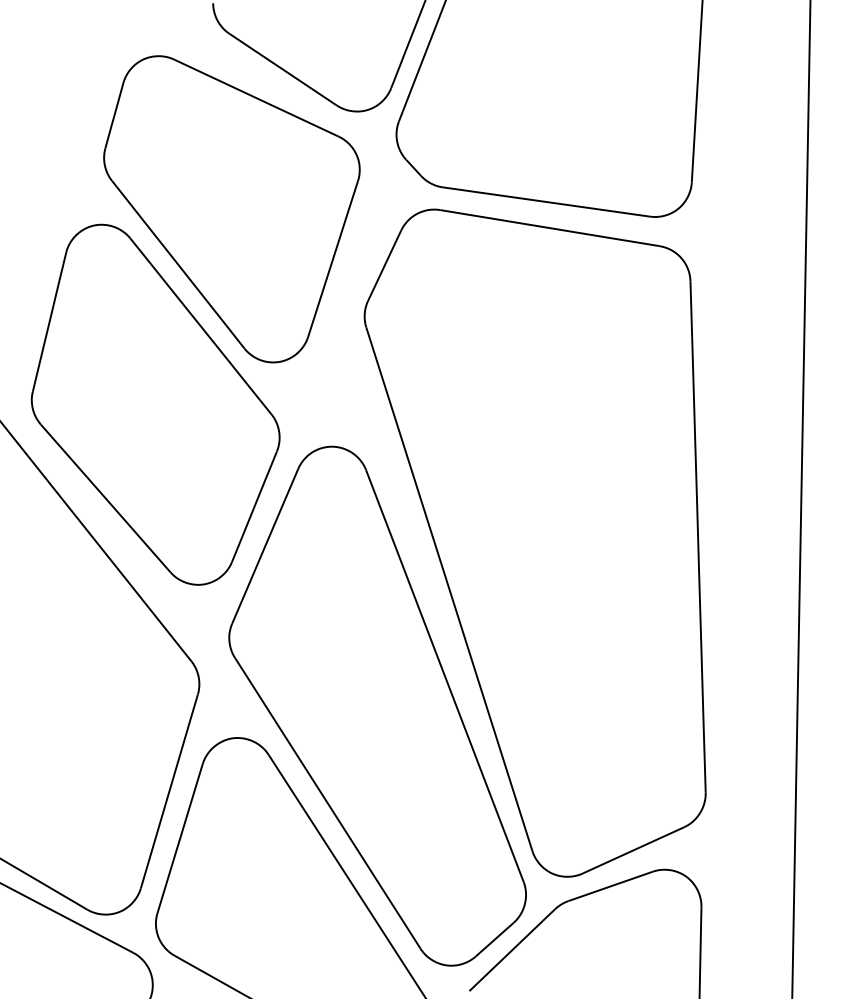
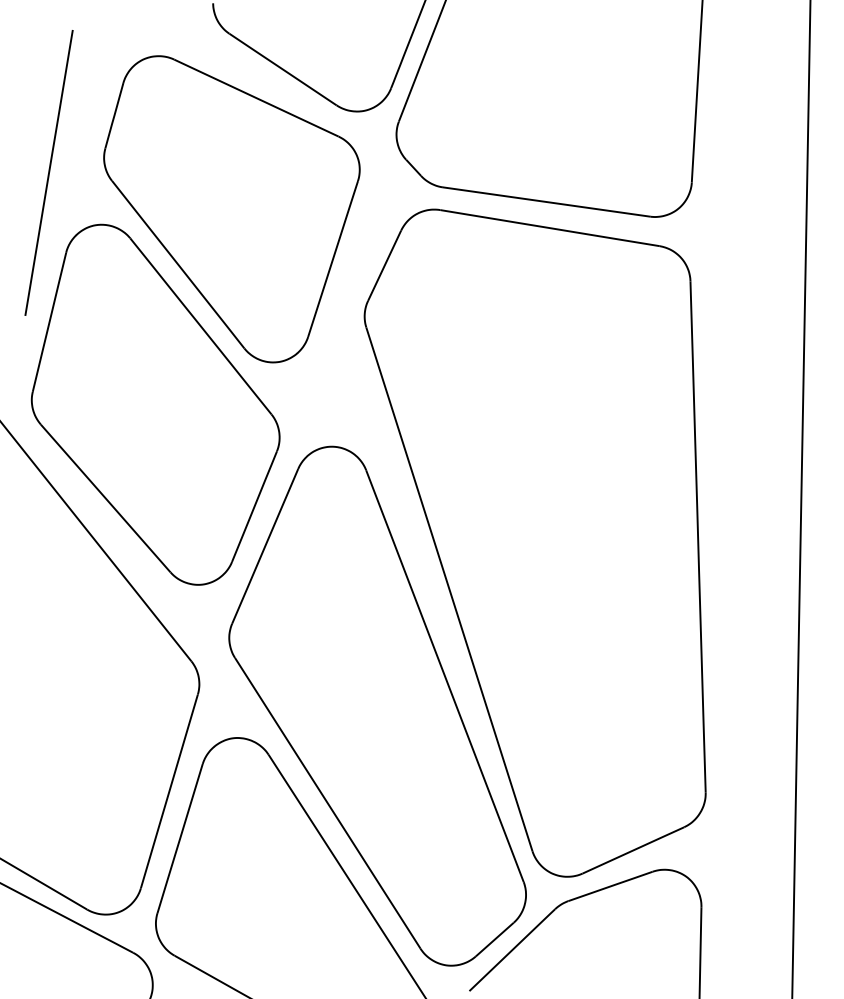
line at (48, 172): none -> present
